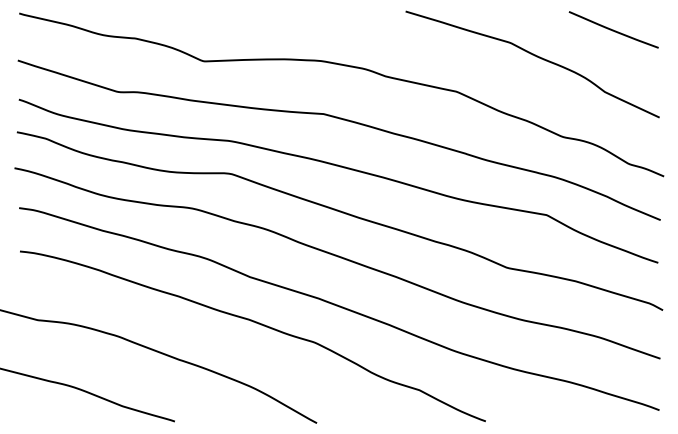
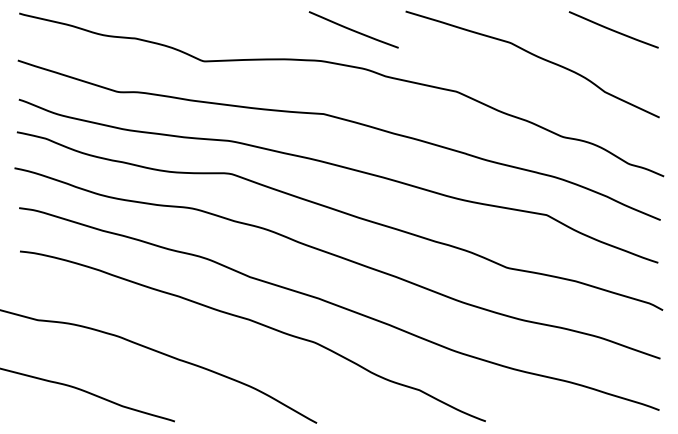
curve at (353, 29): none -> present
